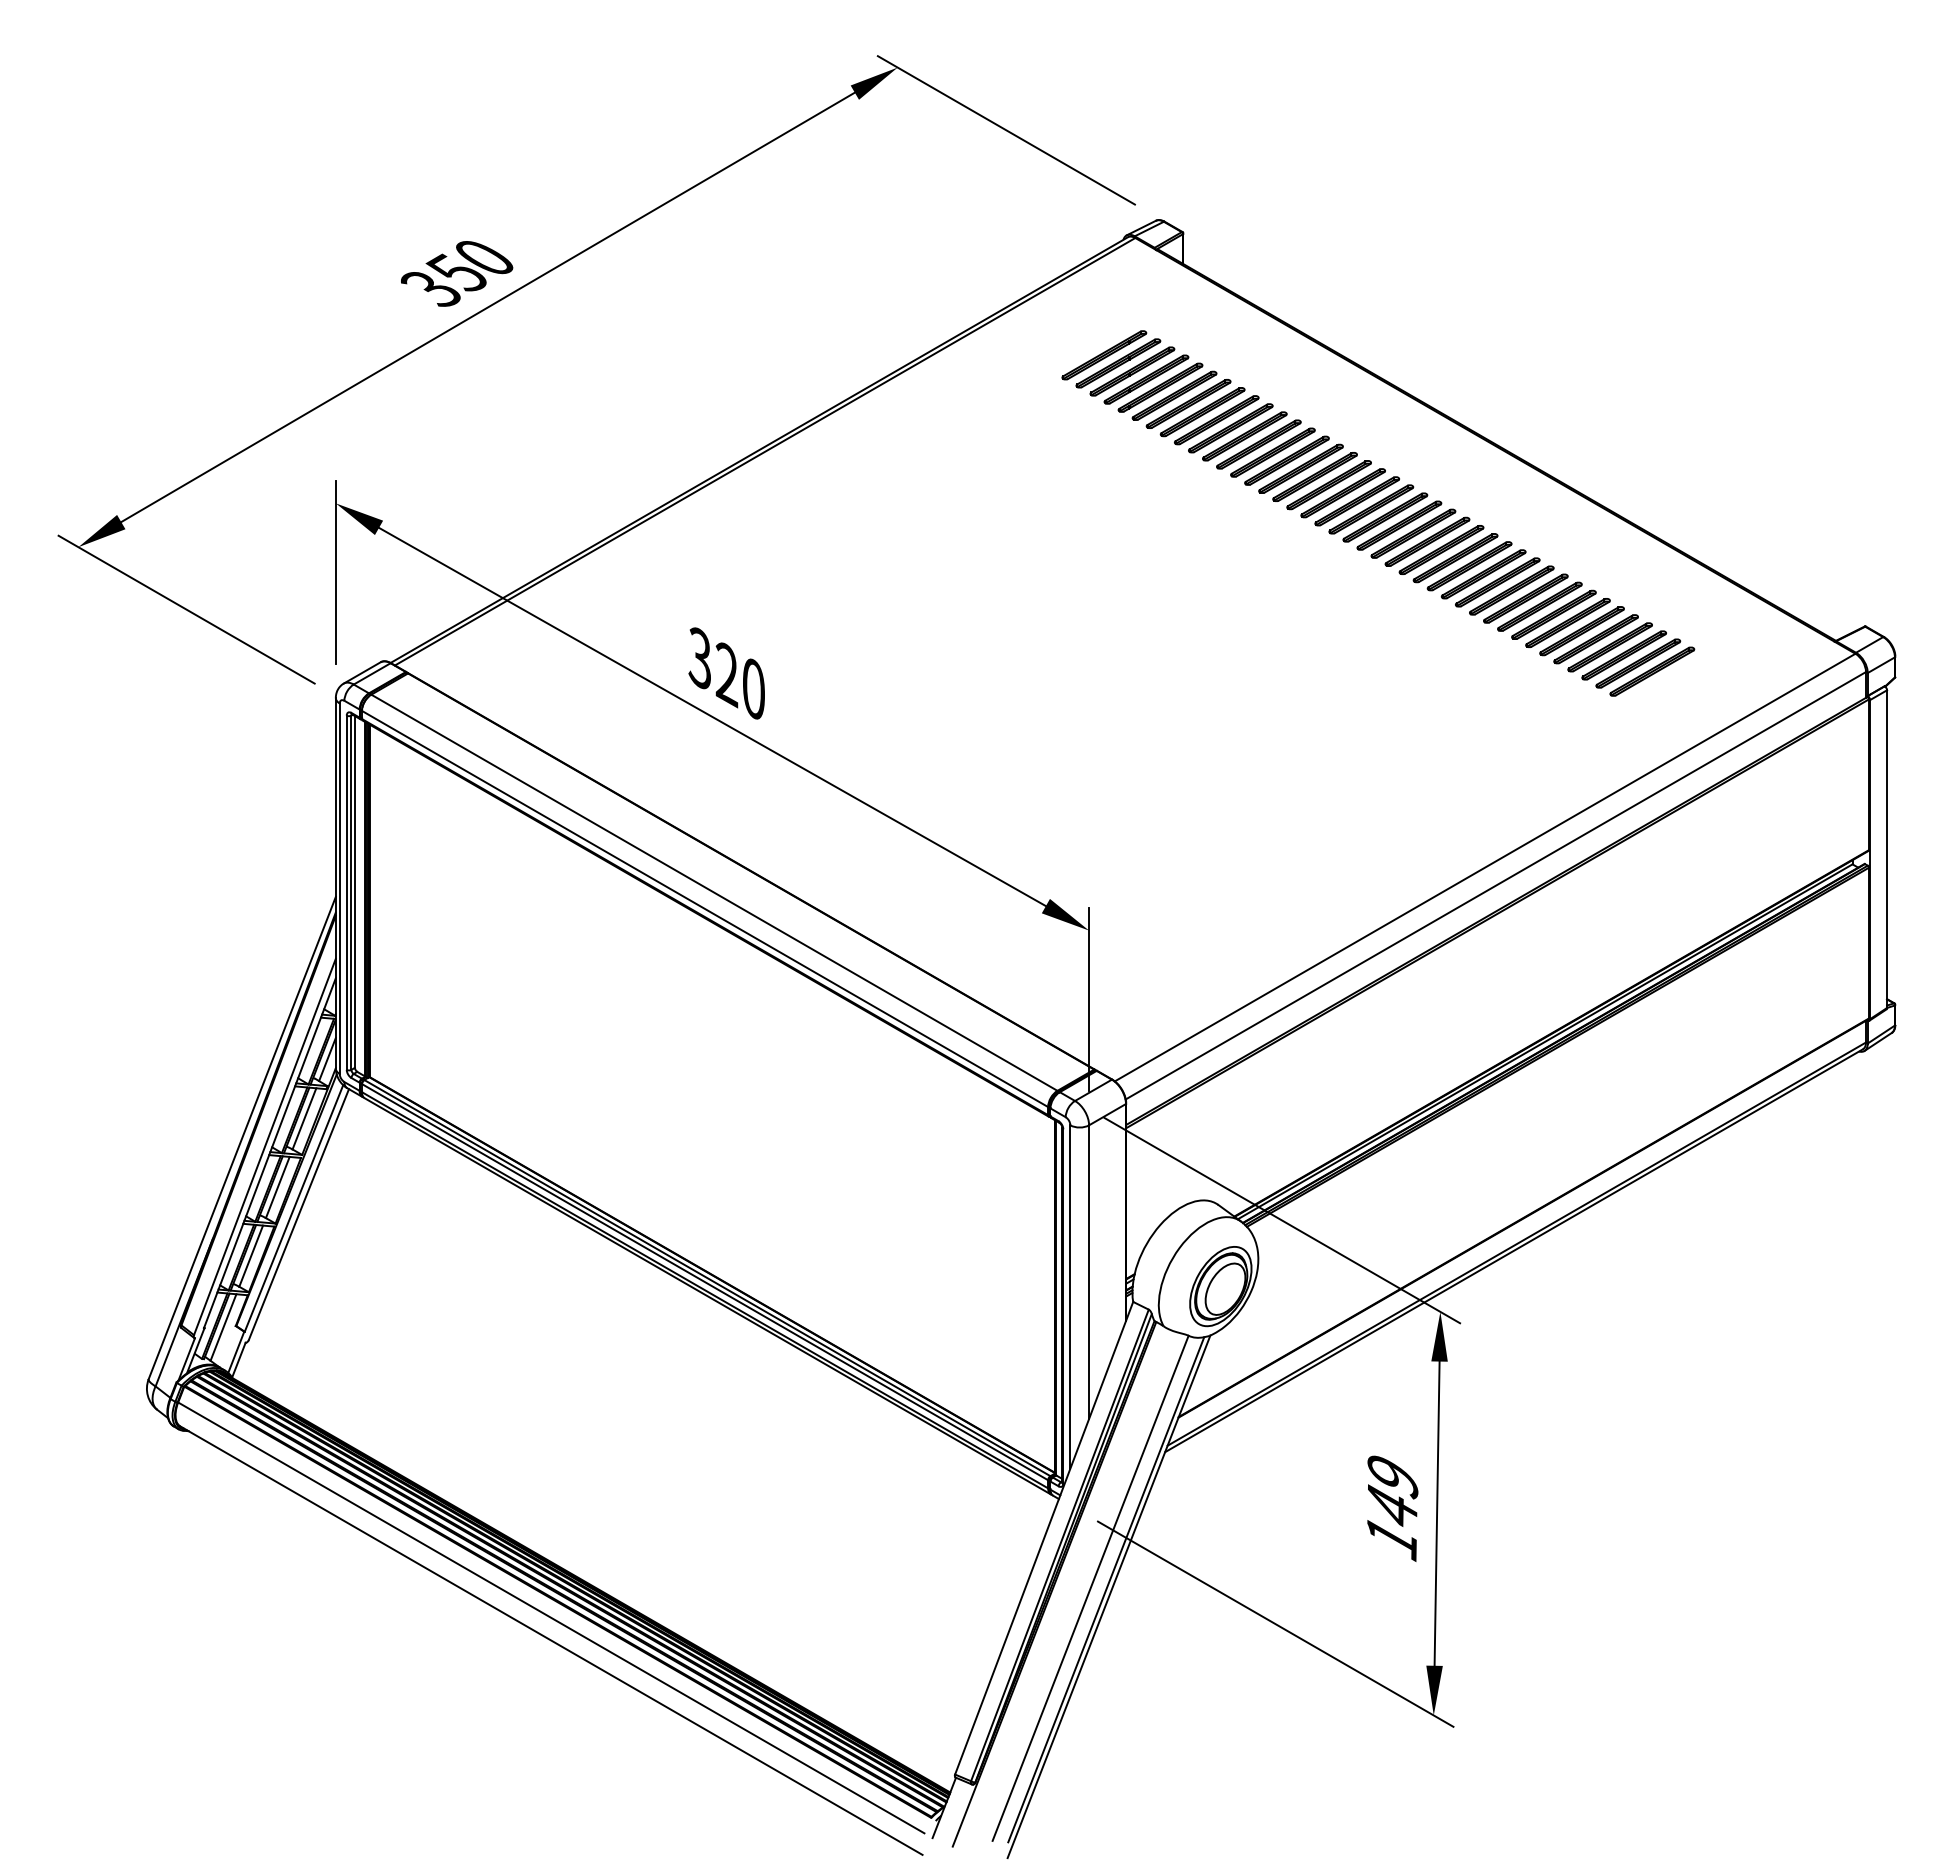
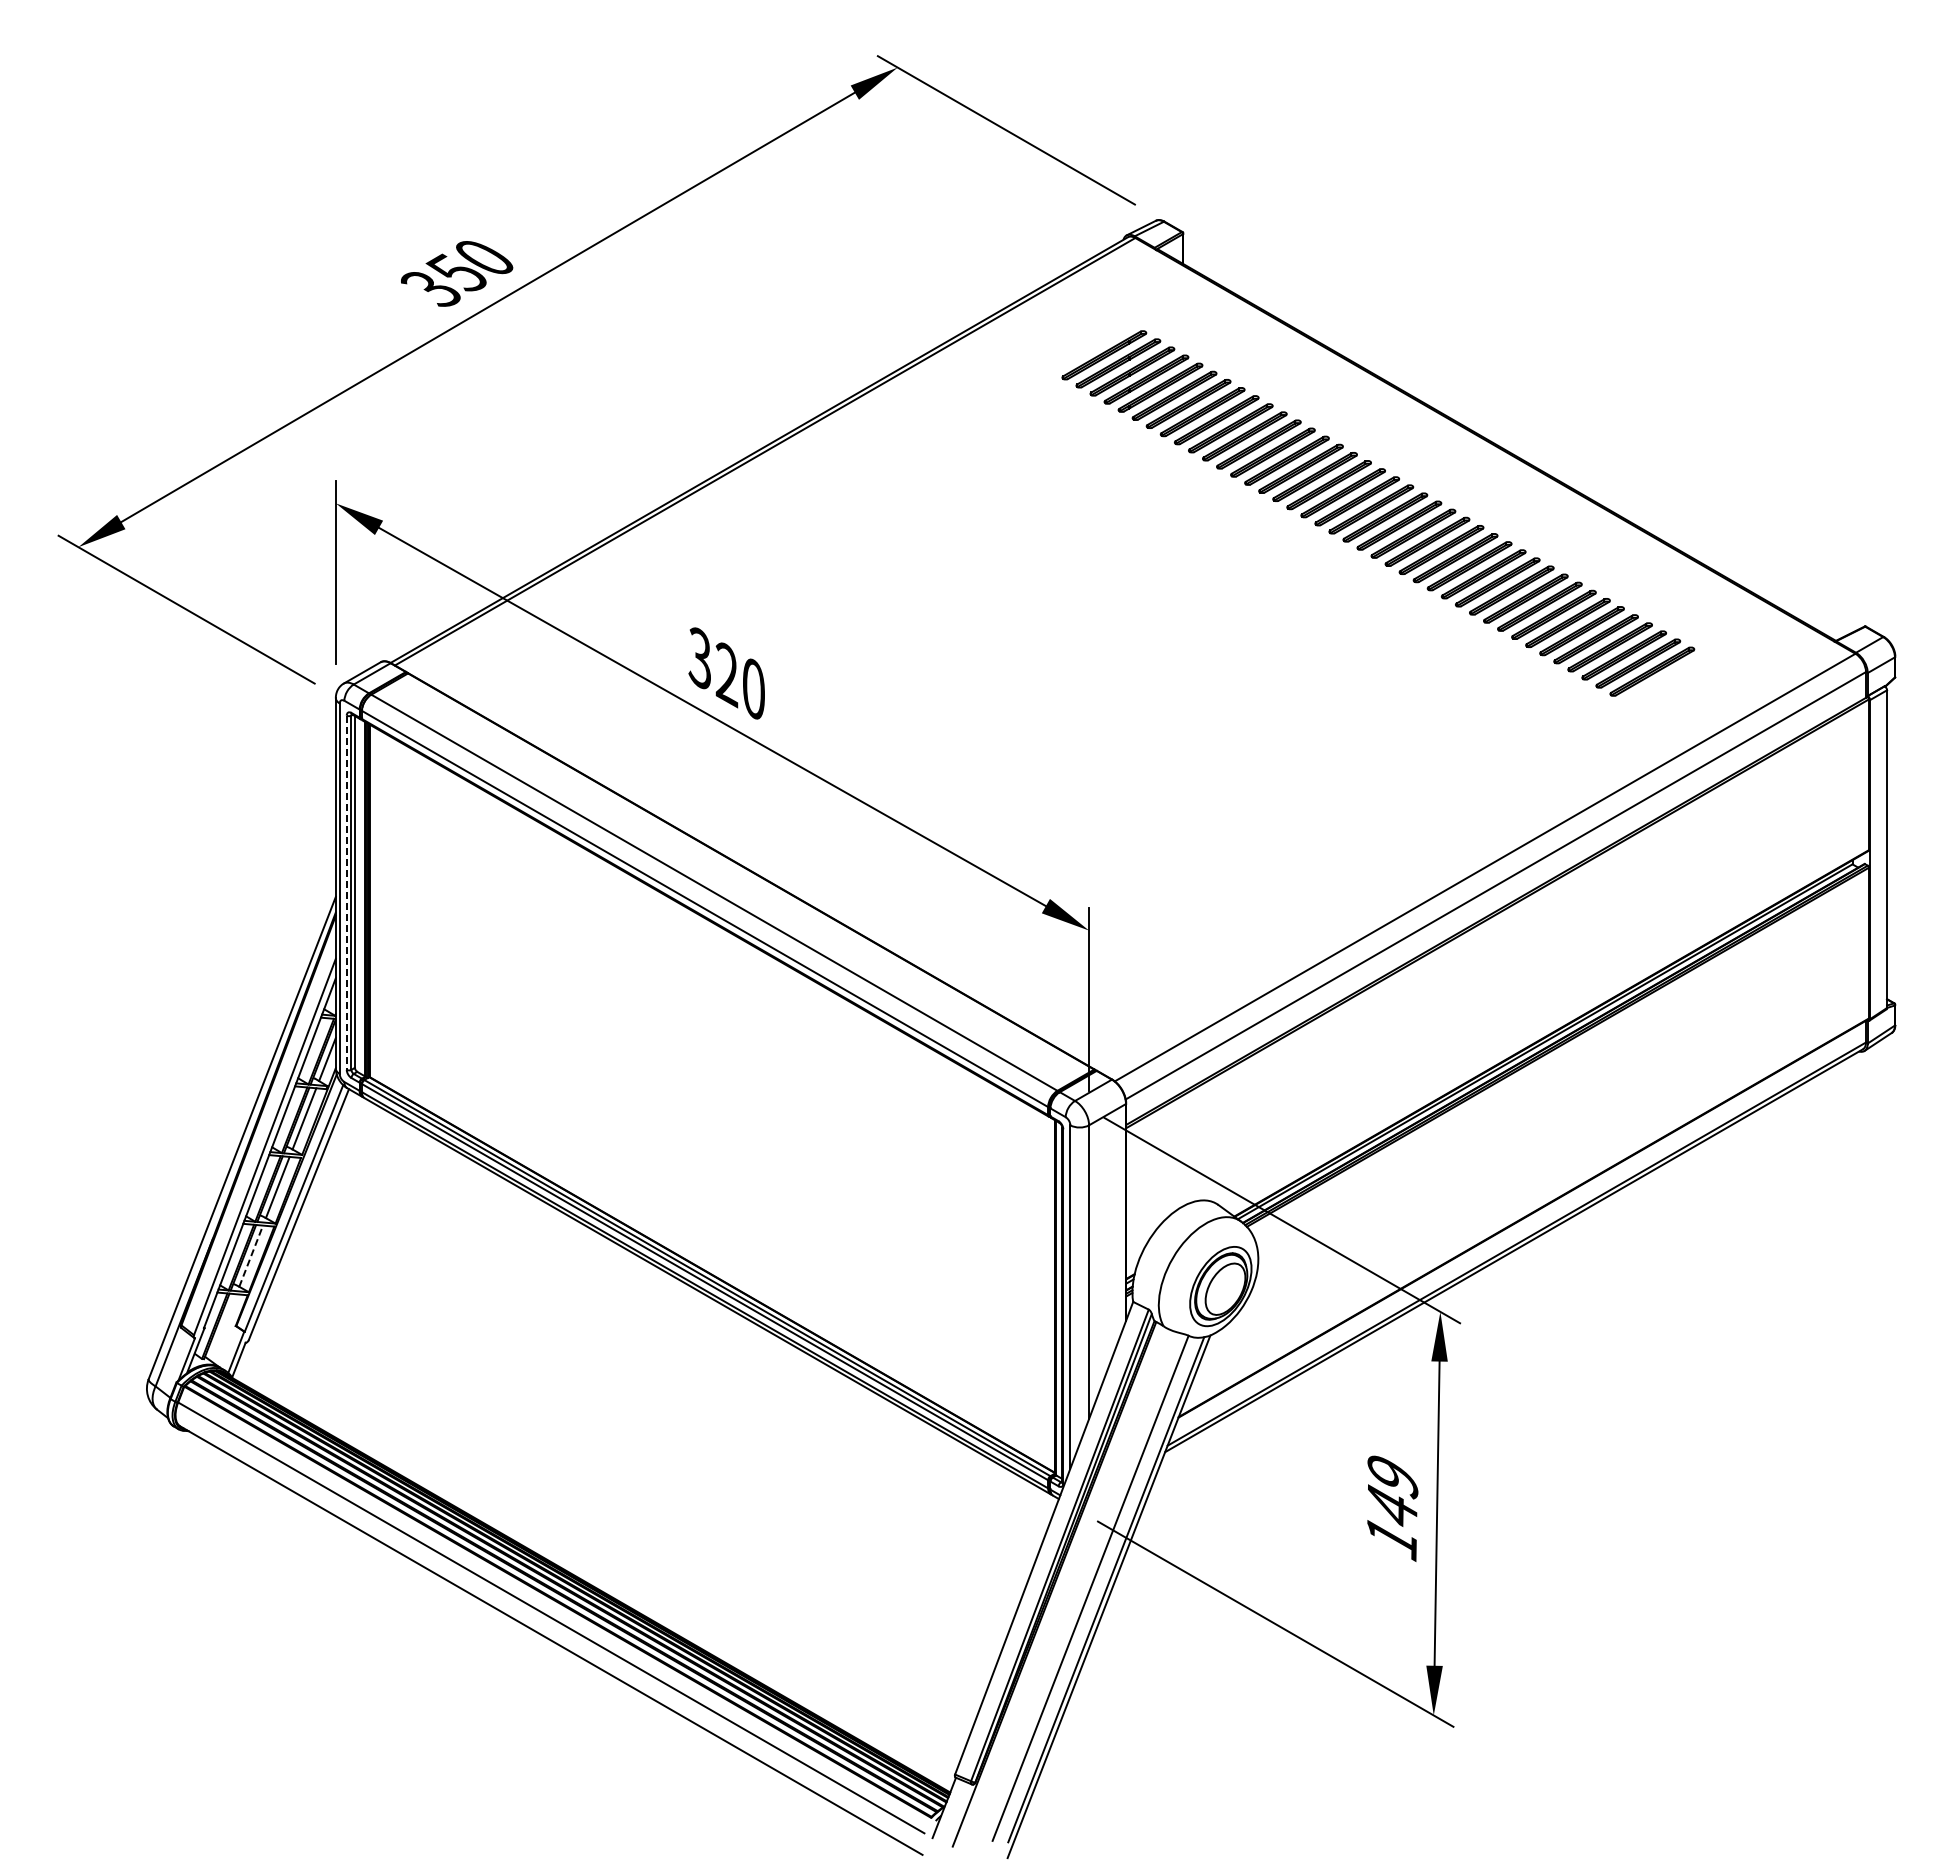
line at (346, 893): solid -> dashed
line at (251, 1256): solid -> dashed
line at (223, 1327): present -> none
